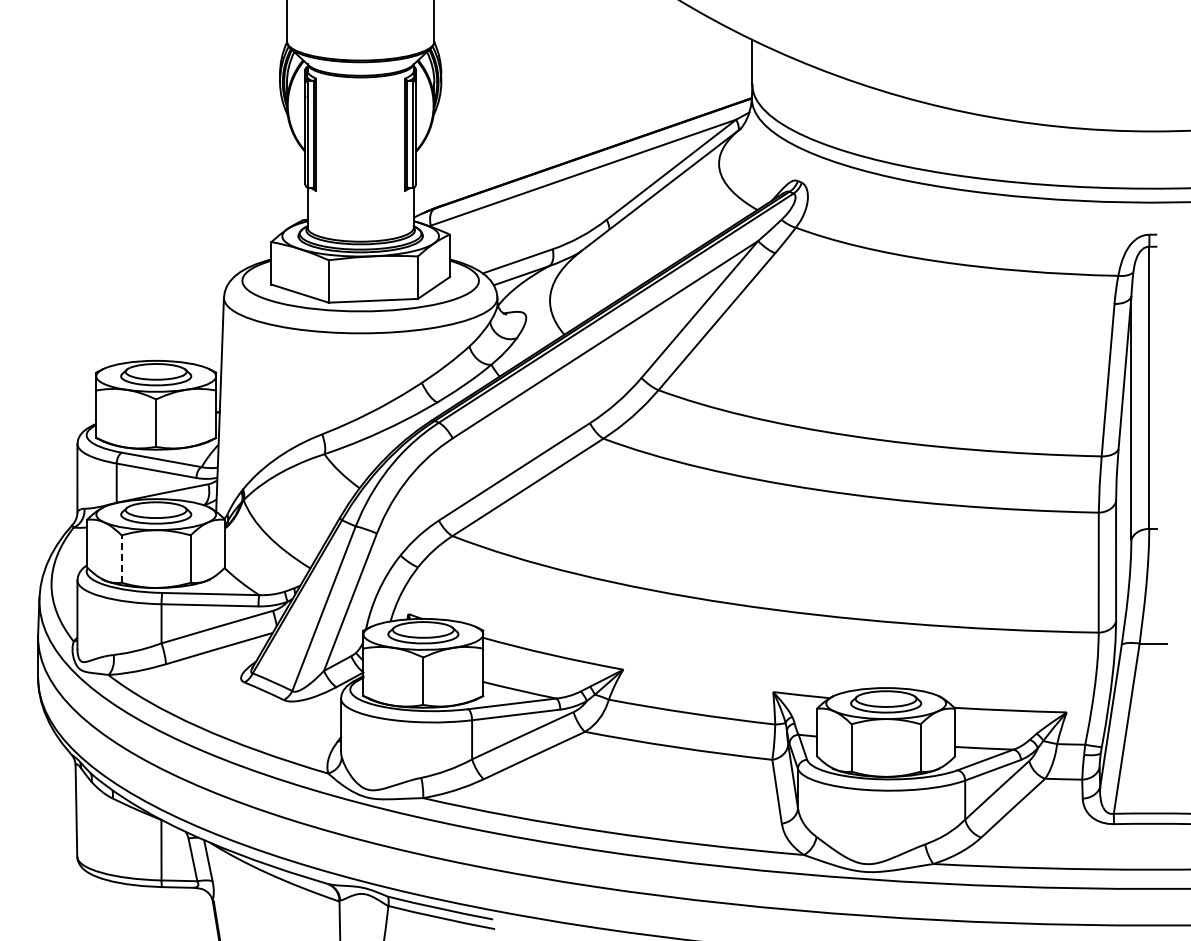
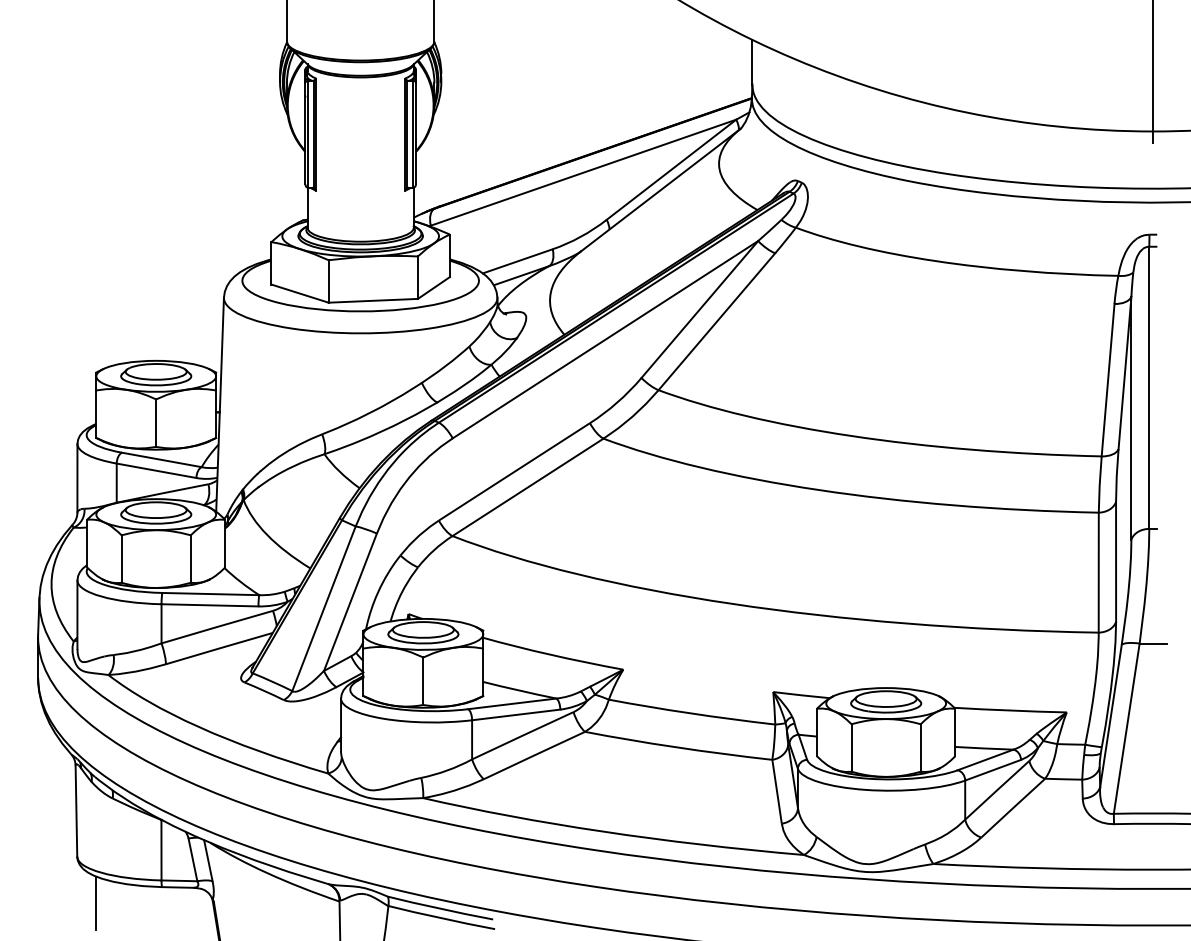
line at (1153, 72): none -> present
line at (121, 559): dashed -> solid
line at (96, 903): none -> present
